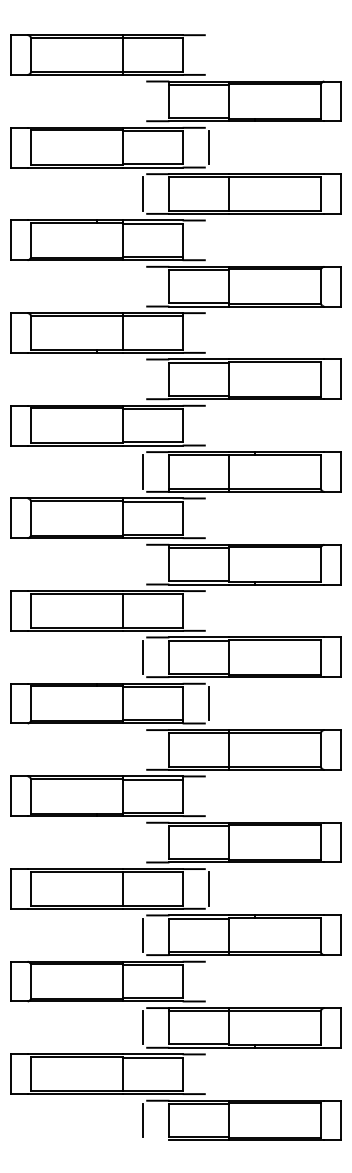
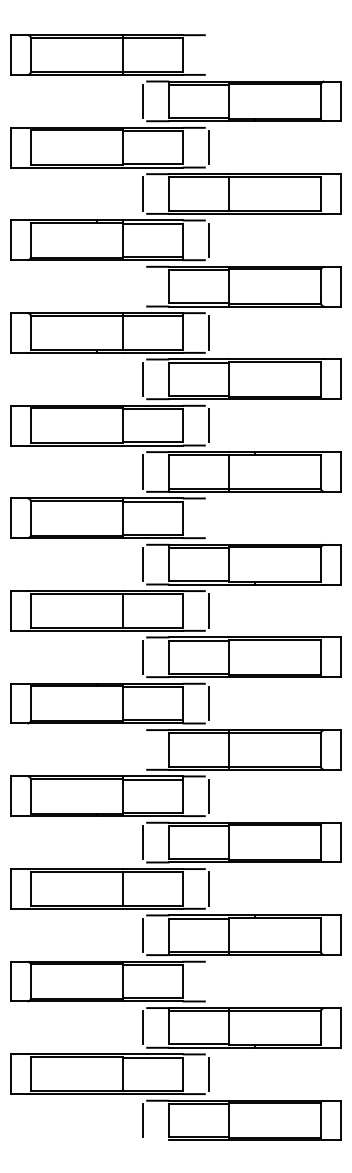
line at (142, 100): none -> present
line at (209, 239): none -> present
line at (209, 332): none -> present
line at (142, 378): none -> present
line at (209, 425): none -> present
line at (142, 564): none -> present
line at (209, 610): none -> present
line at (209, 795): none -> present
line at (142, 842): none -> present
line at (209, 1073): none -> present
